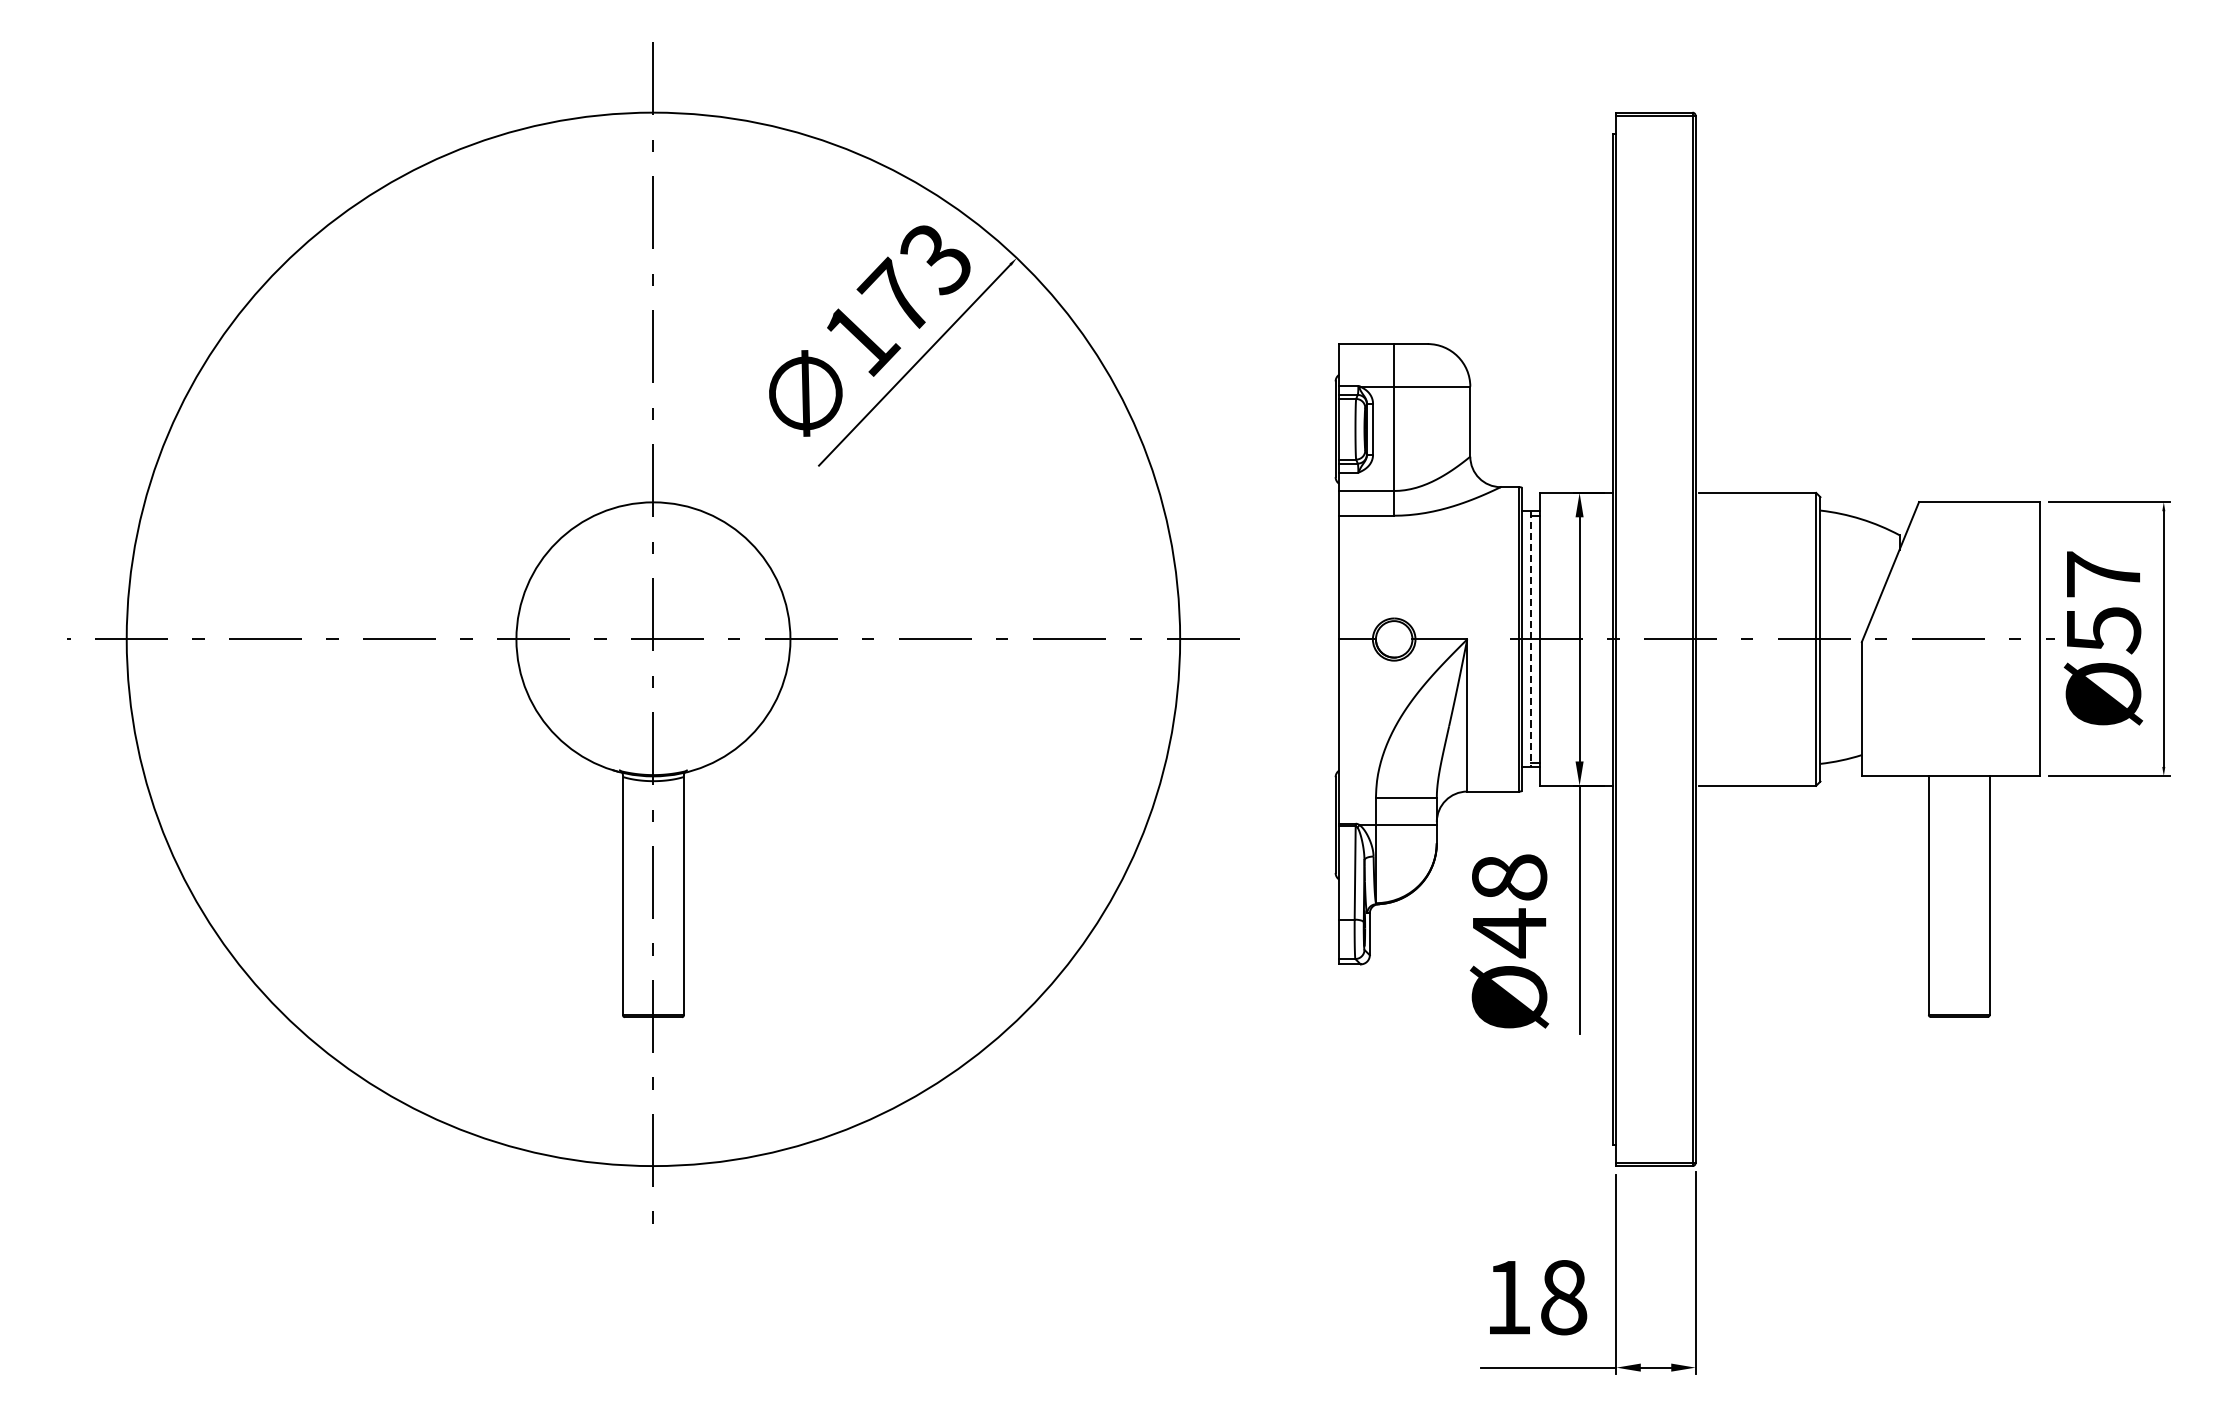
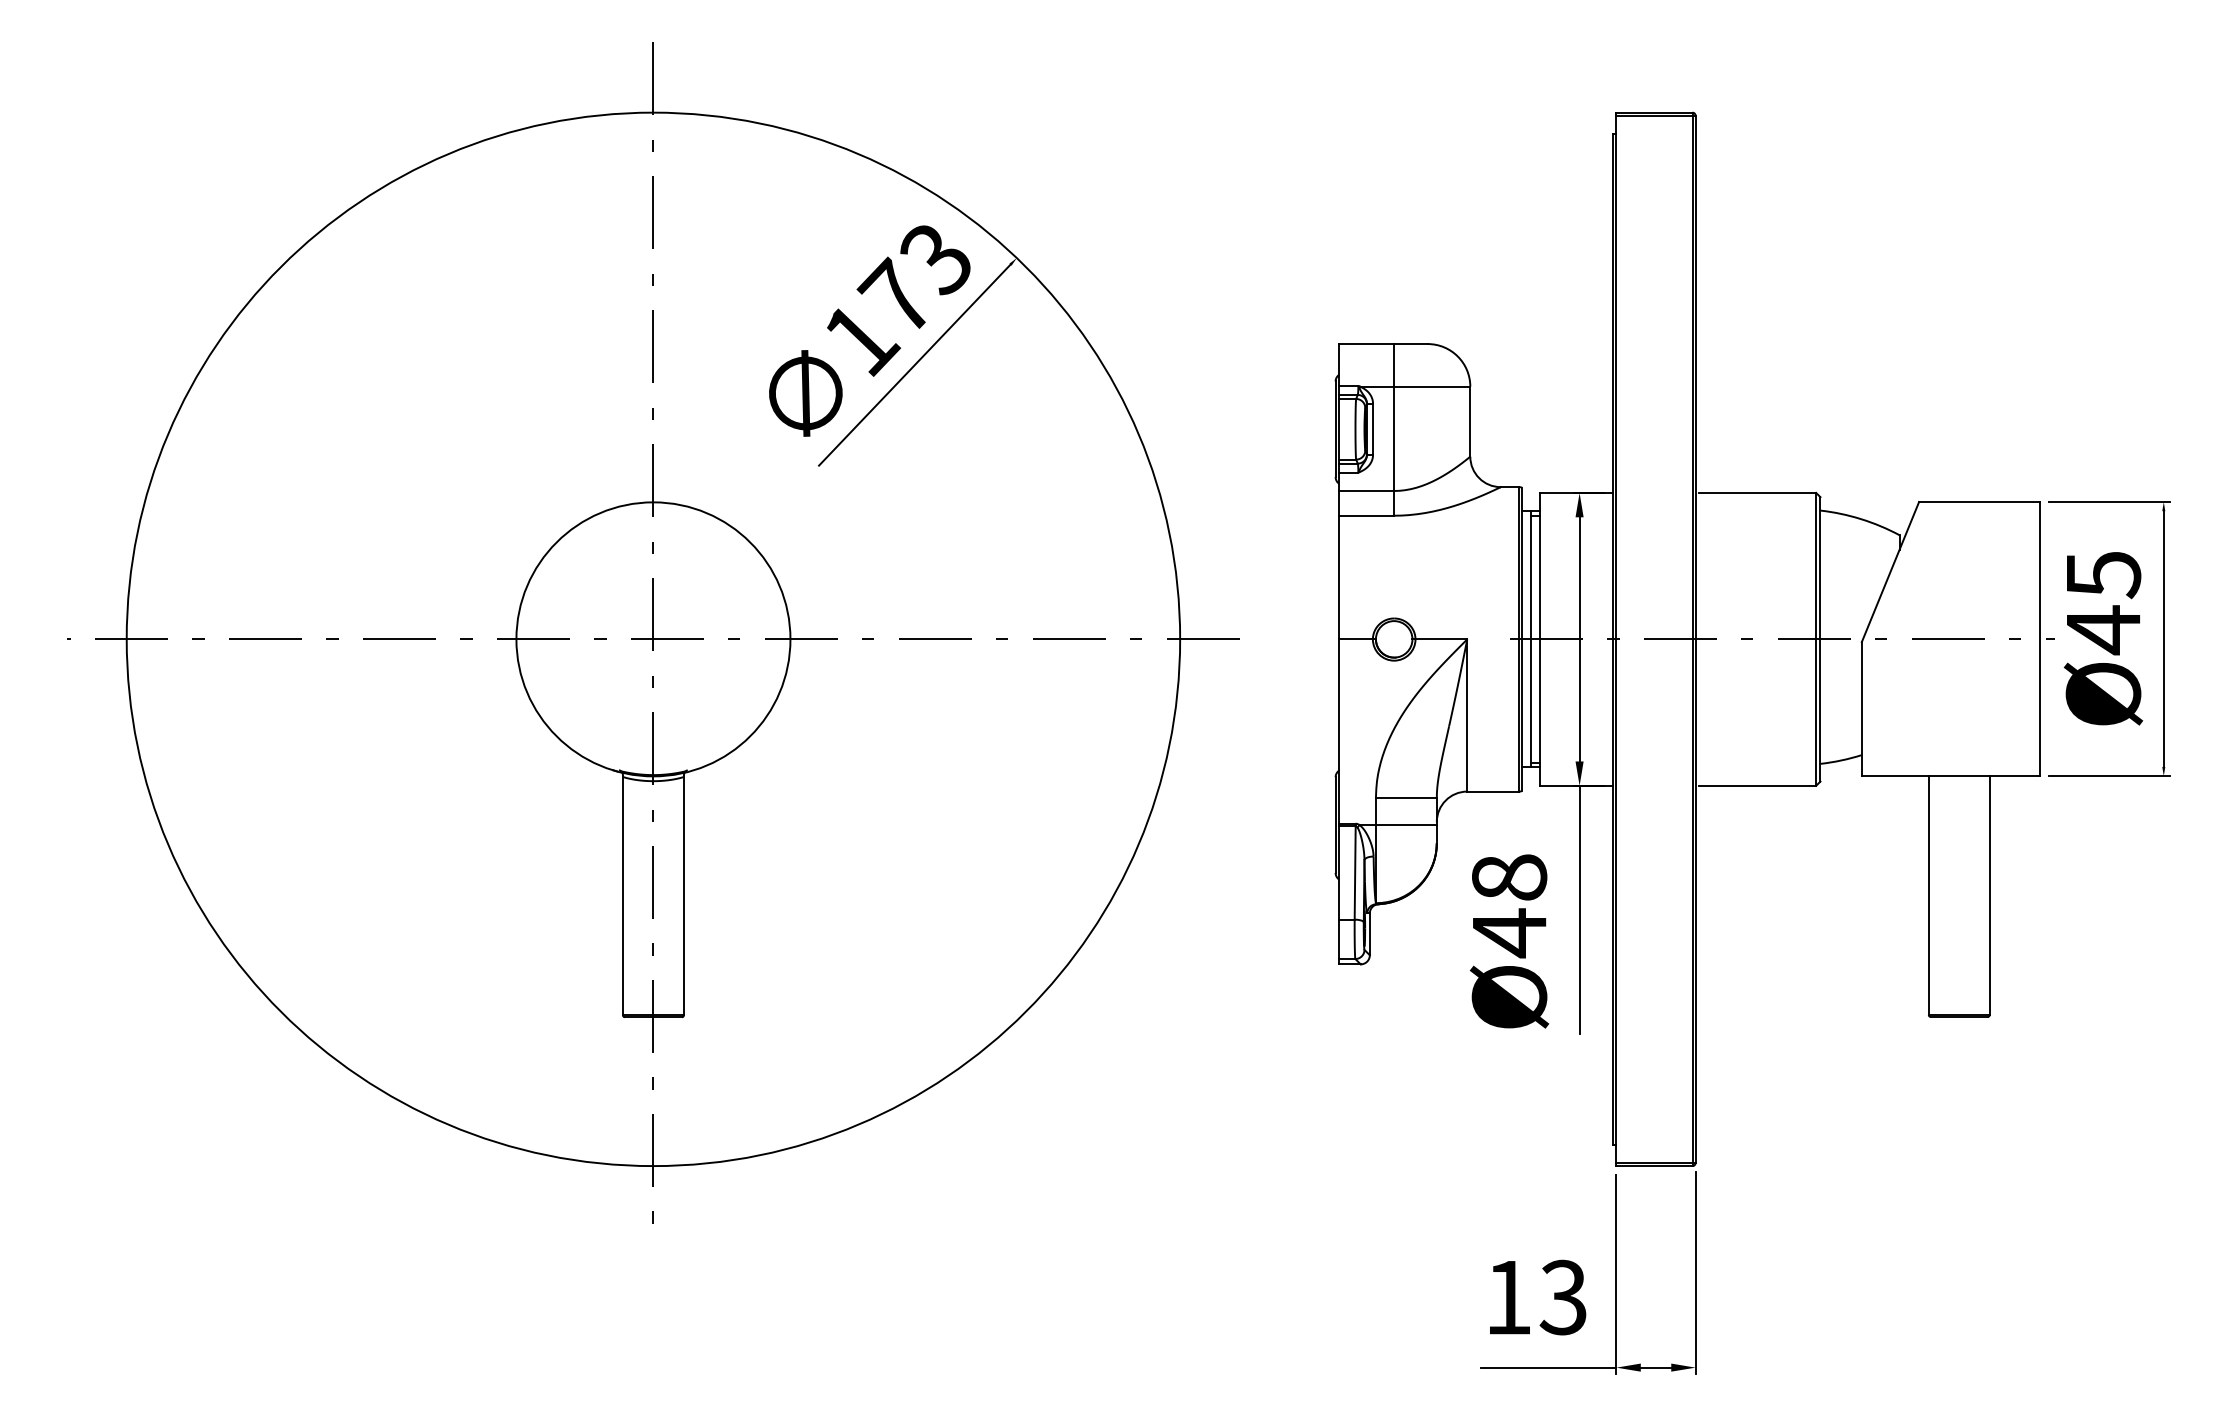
text at (2104, 603): Ø57 -> Ø45
line at (1531, 639): dashed -> solid
text at (1563, 1297): 18 -> 13
